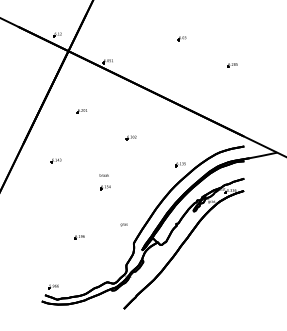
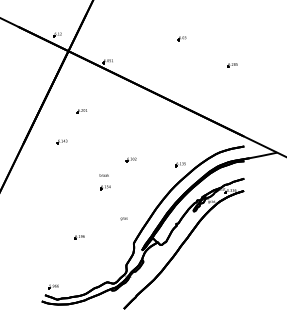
part at (130, 137) position: (130, 137) -> (130, 159)
part at (55, 160) position: (55, 160) -> (61, 141)
text at (123, 224) position: (123, 224) -> (123, 218)
